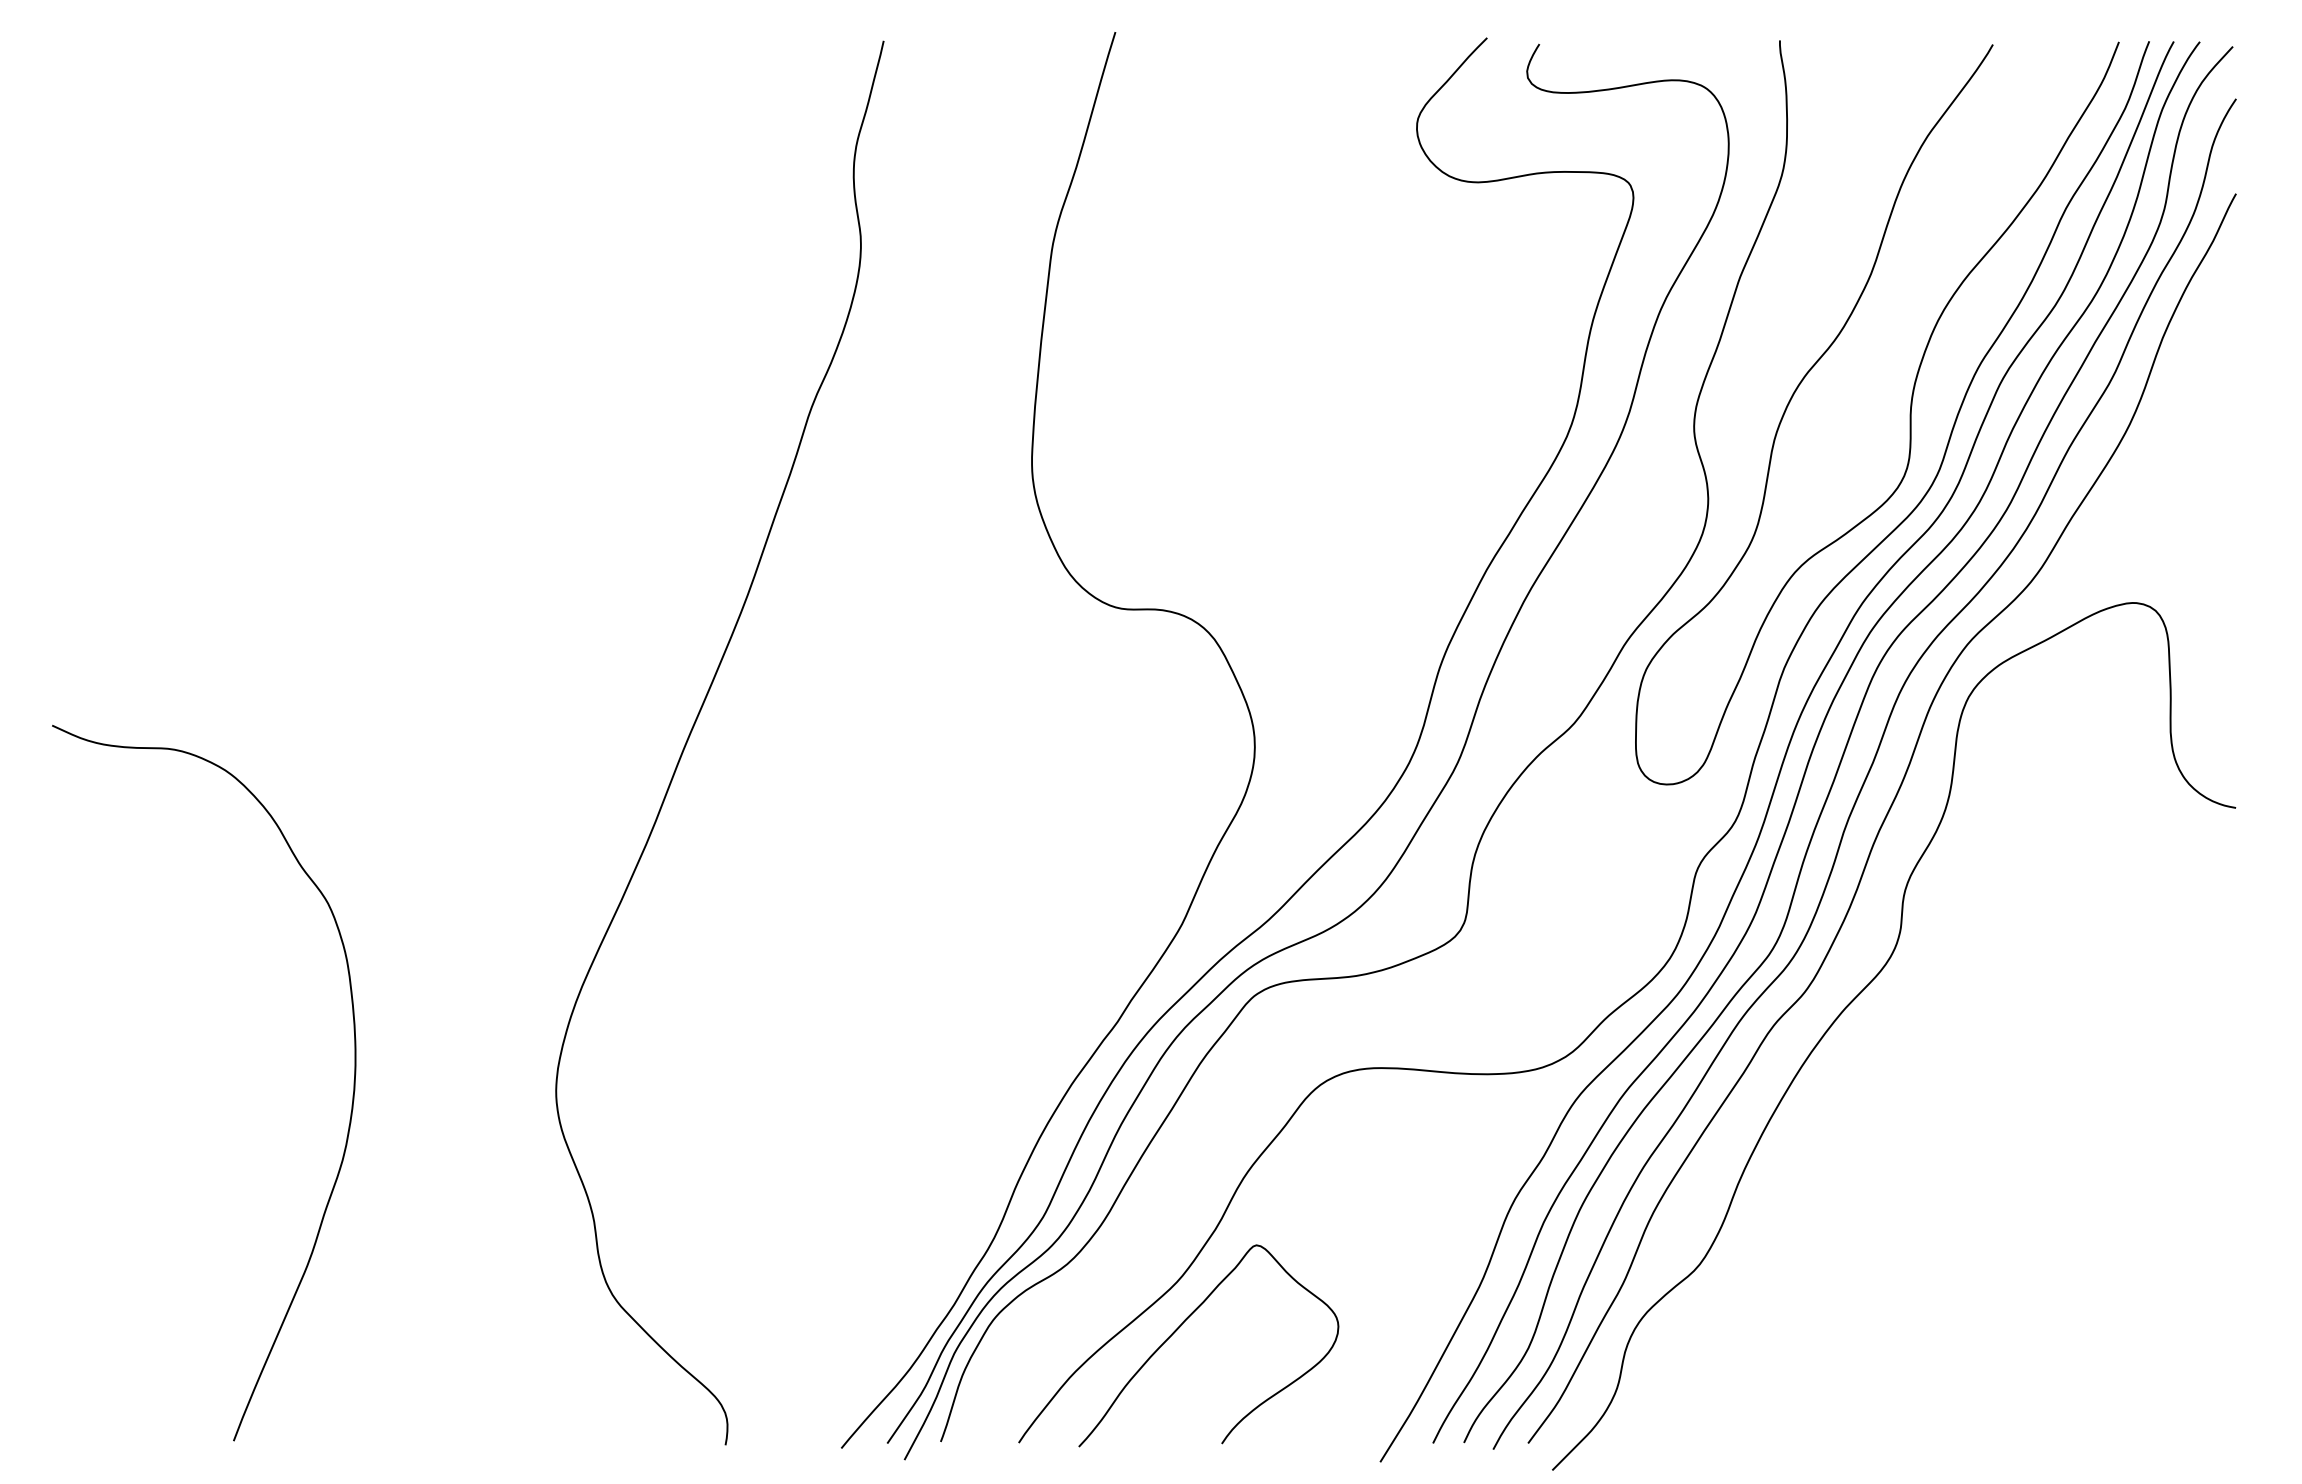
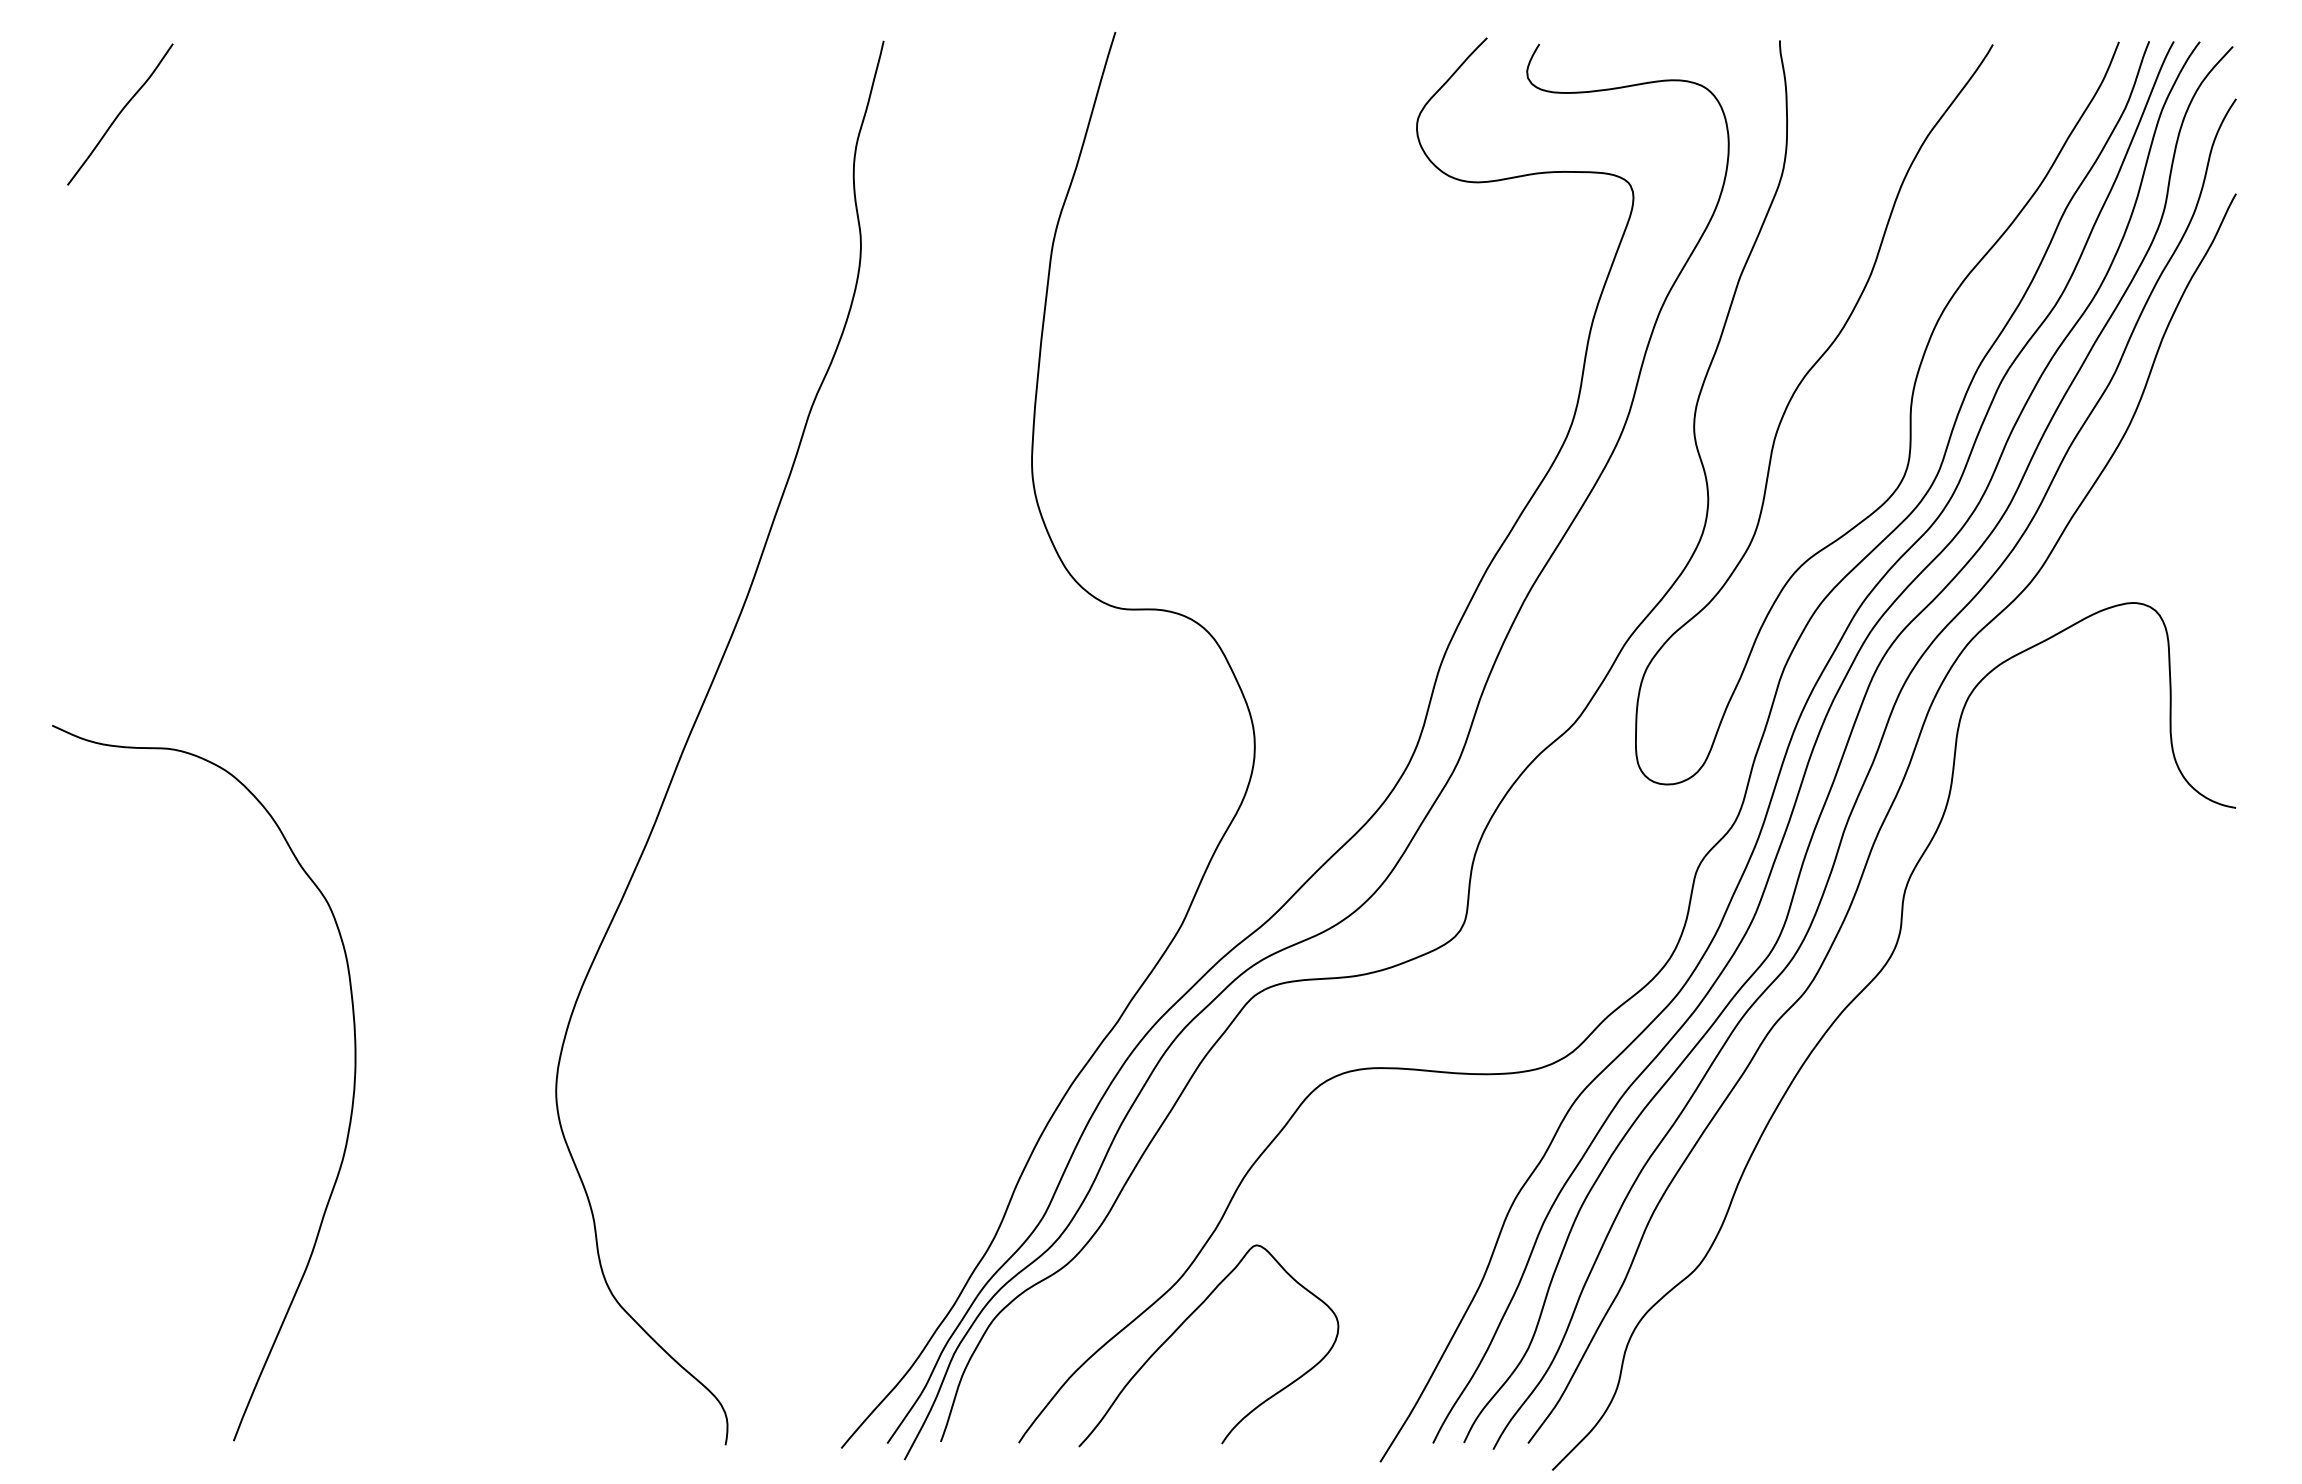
curve at (120, 114): none -> present
